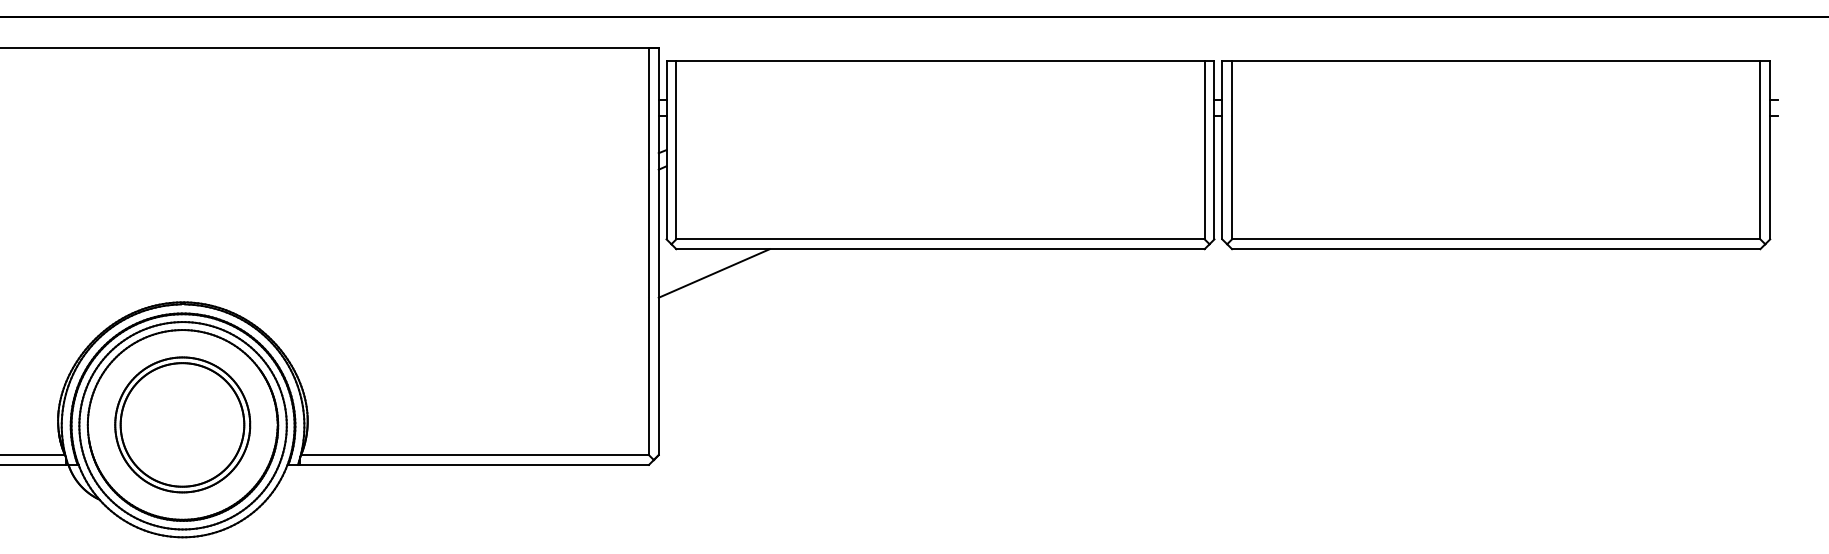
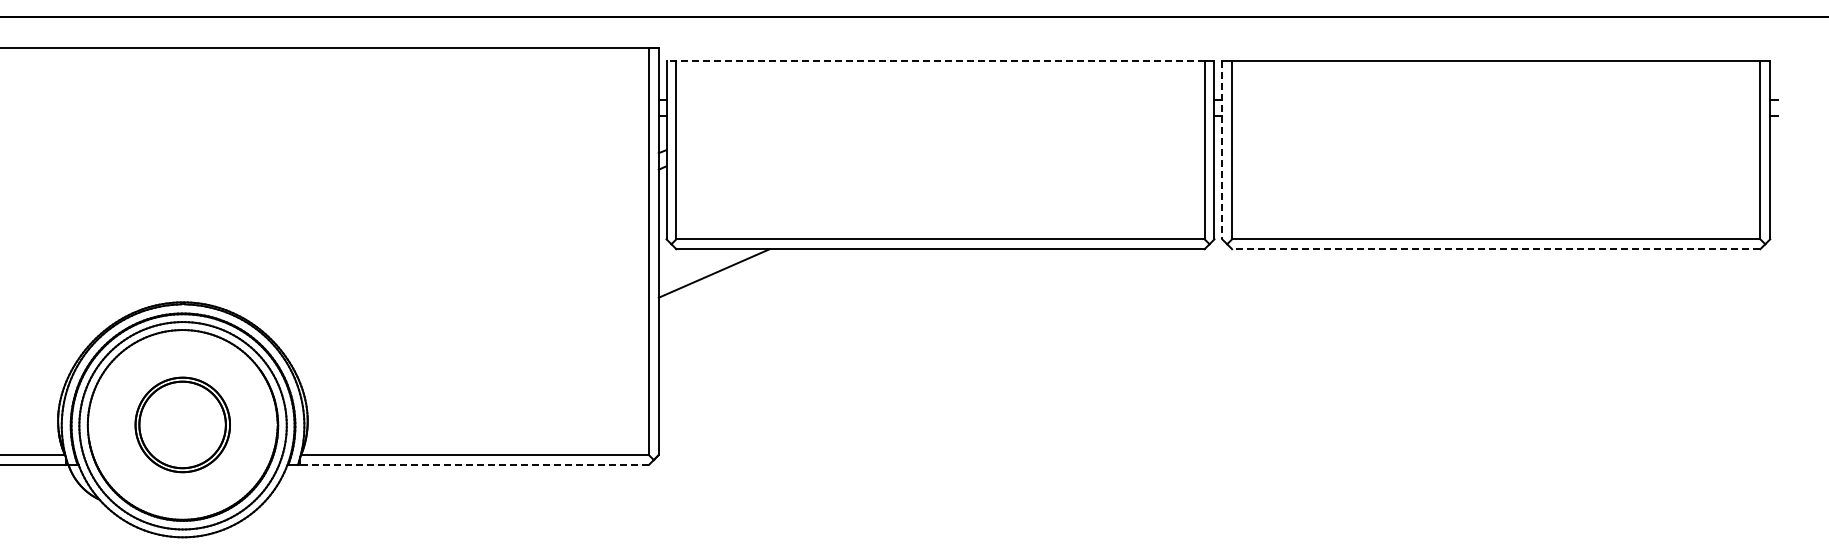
line at (935, 61): solid -> dashed
line at (1222, 150): solid -> dashed
line at (1495, 249): solid -> dashed
part at (182, 424) size: 138x138 px -> 97x98 px
line at (474, 464): solid -> dashed
